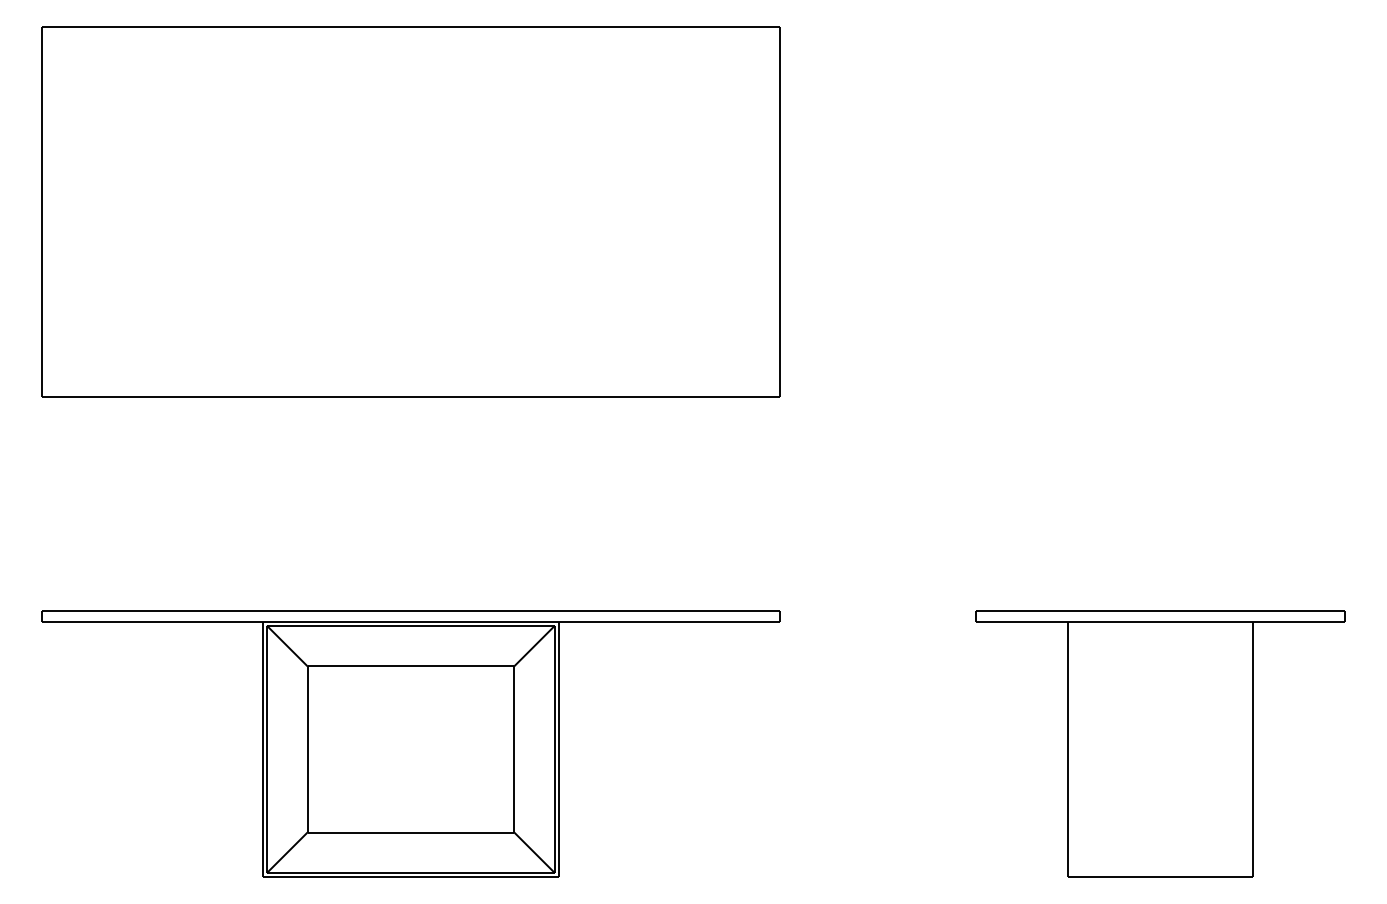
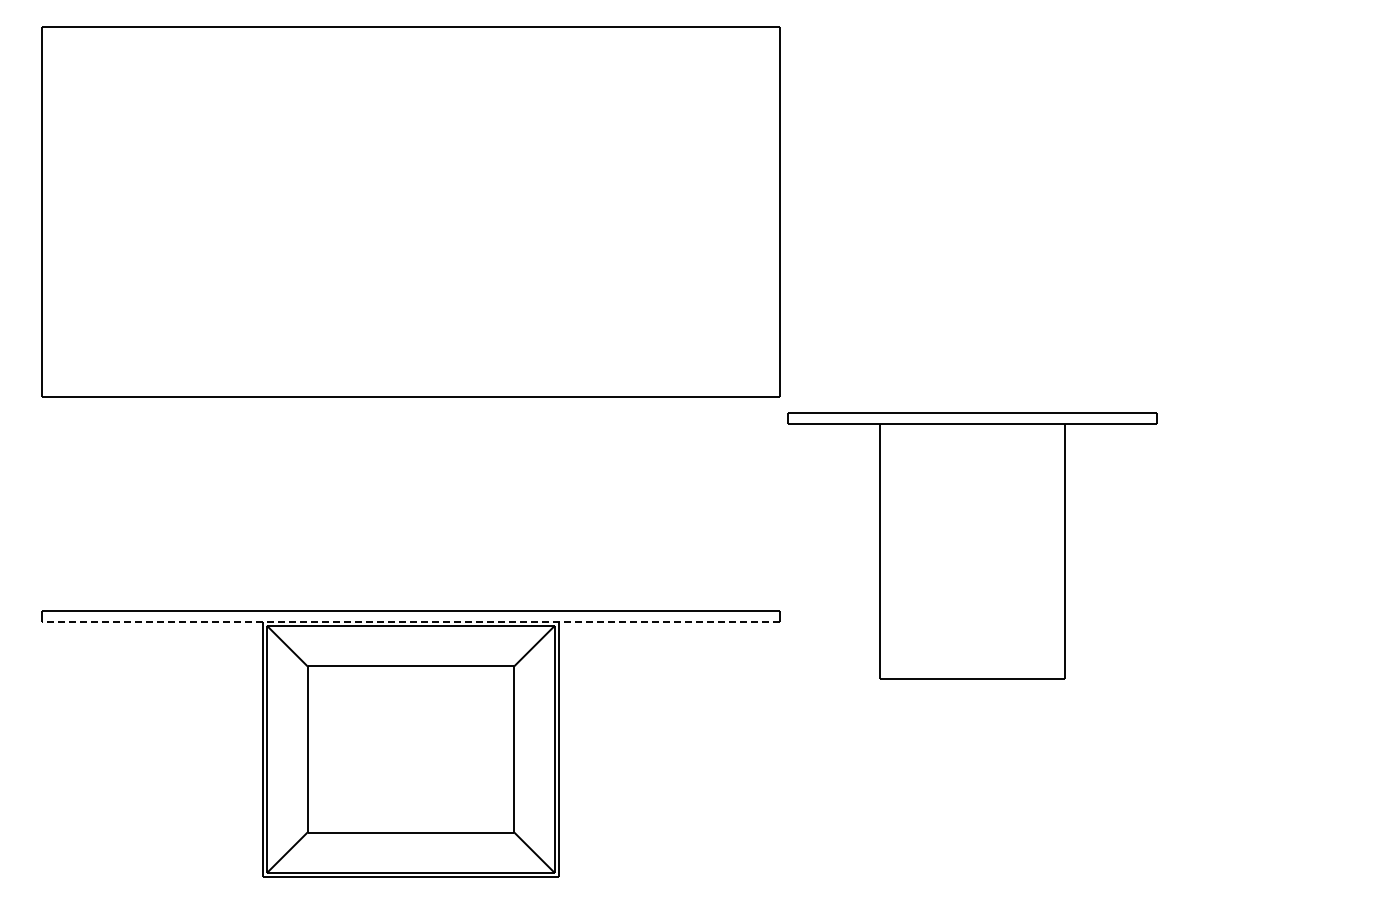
line at (410, 621): solid -> dashed
part at (1160, 743) position: (1160, 743) -> (972, 545)
